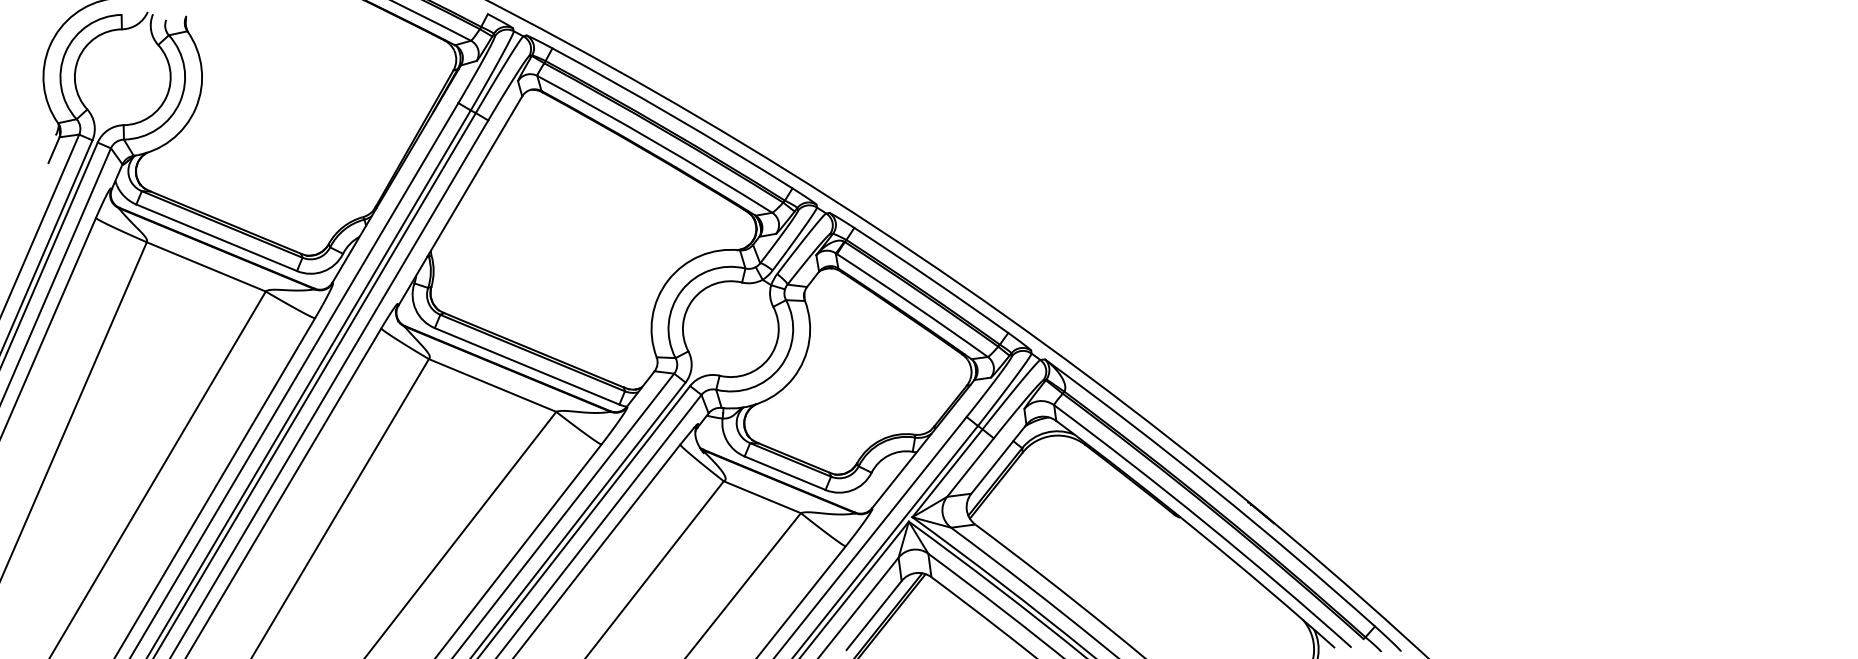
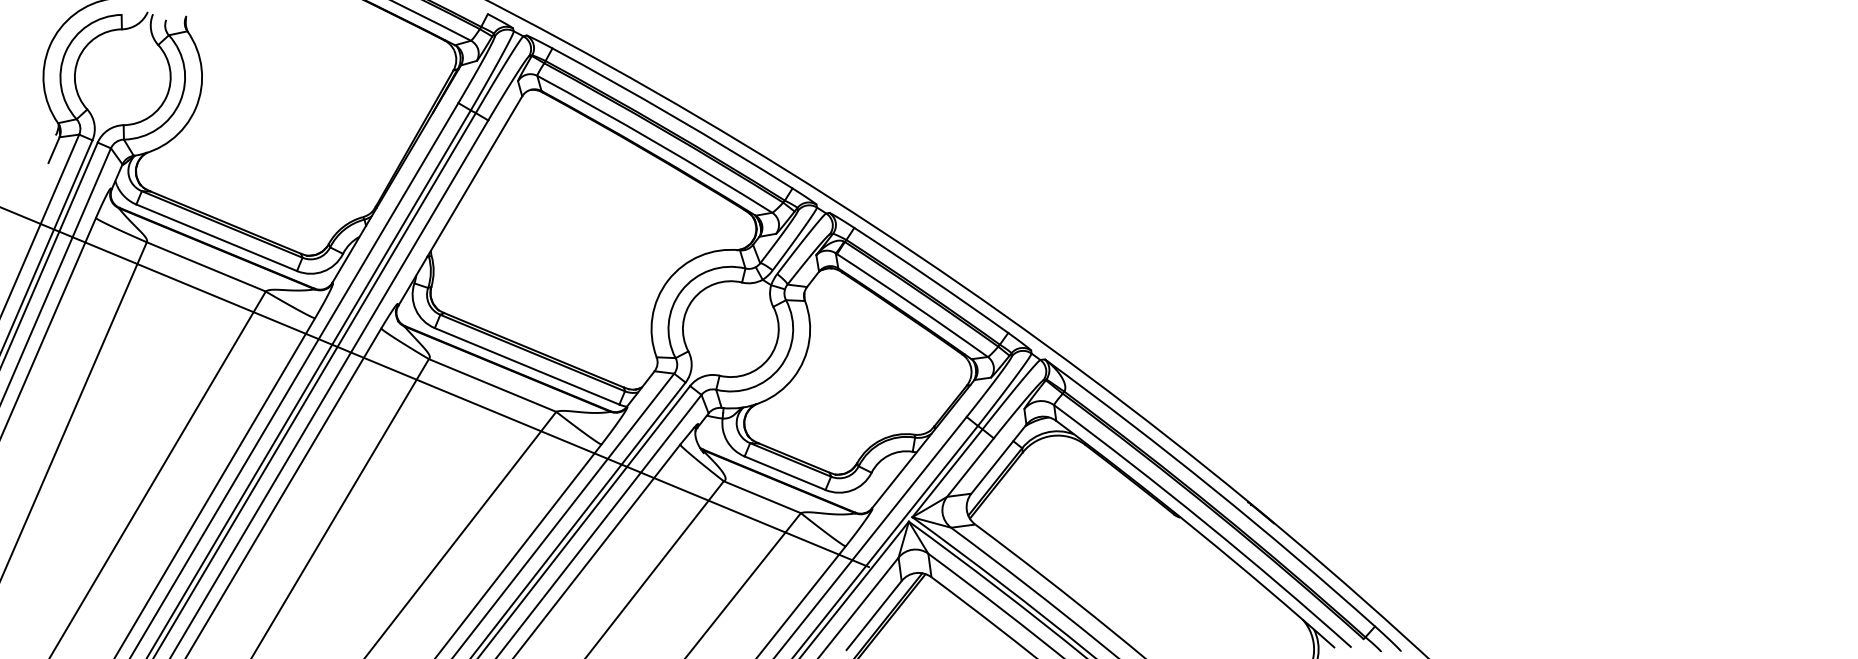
line at (435, 387): none -> present
